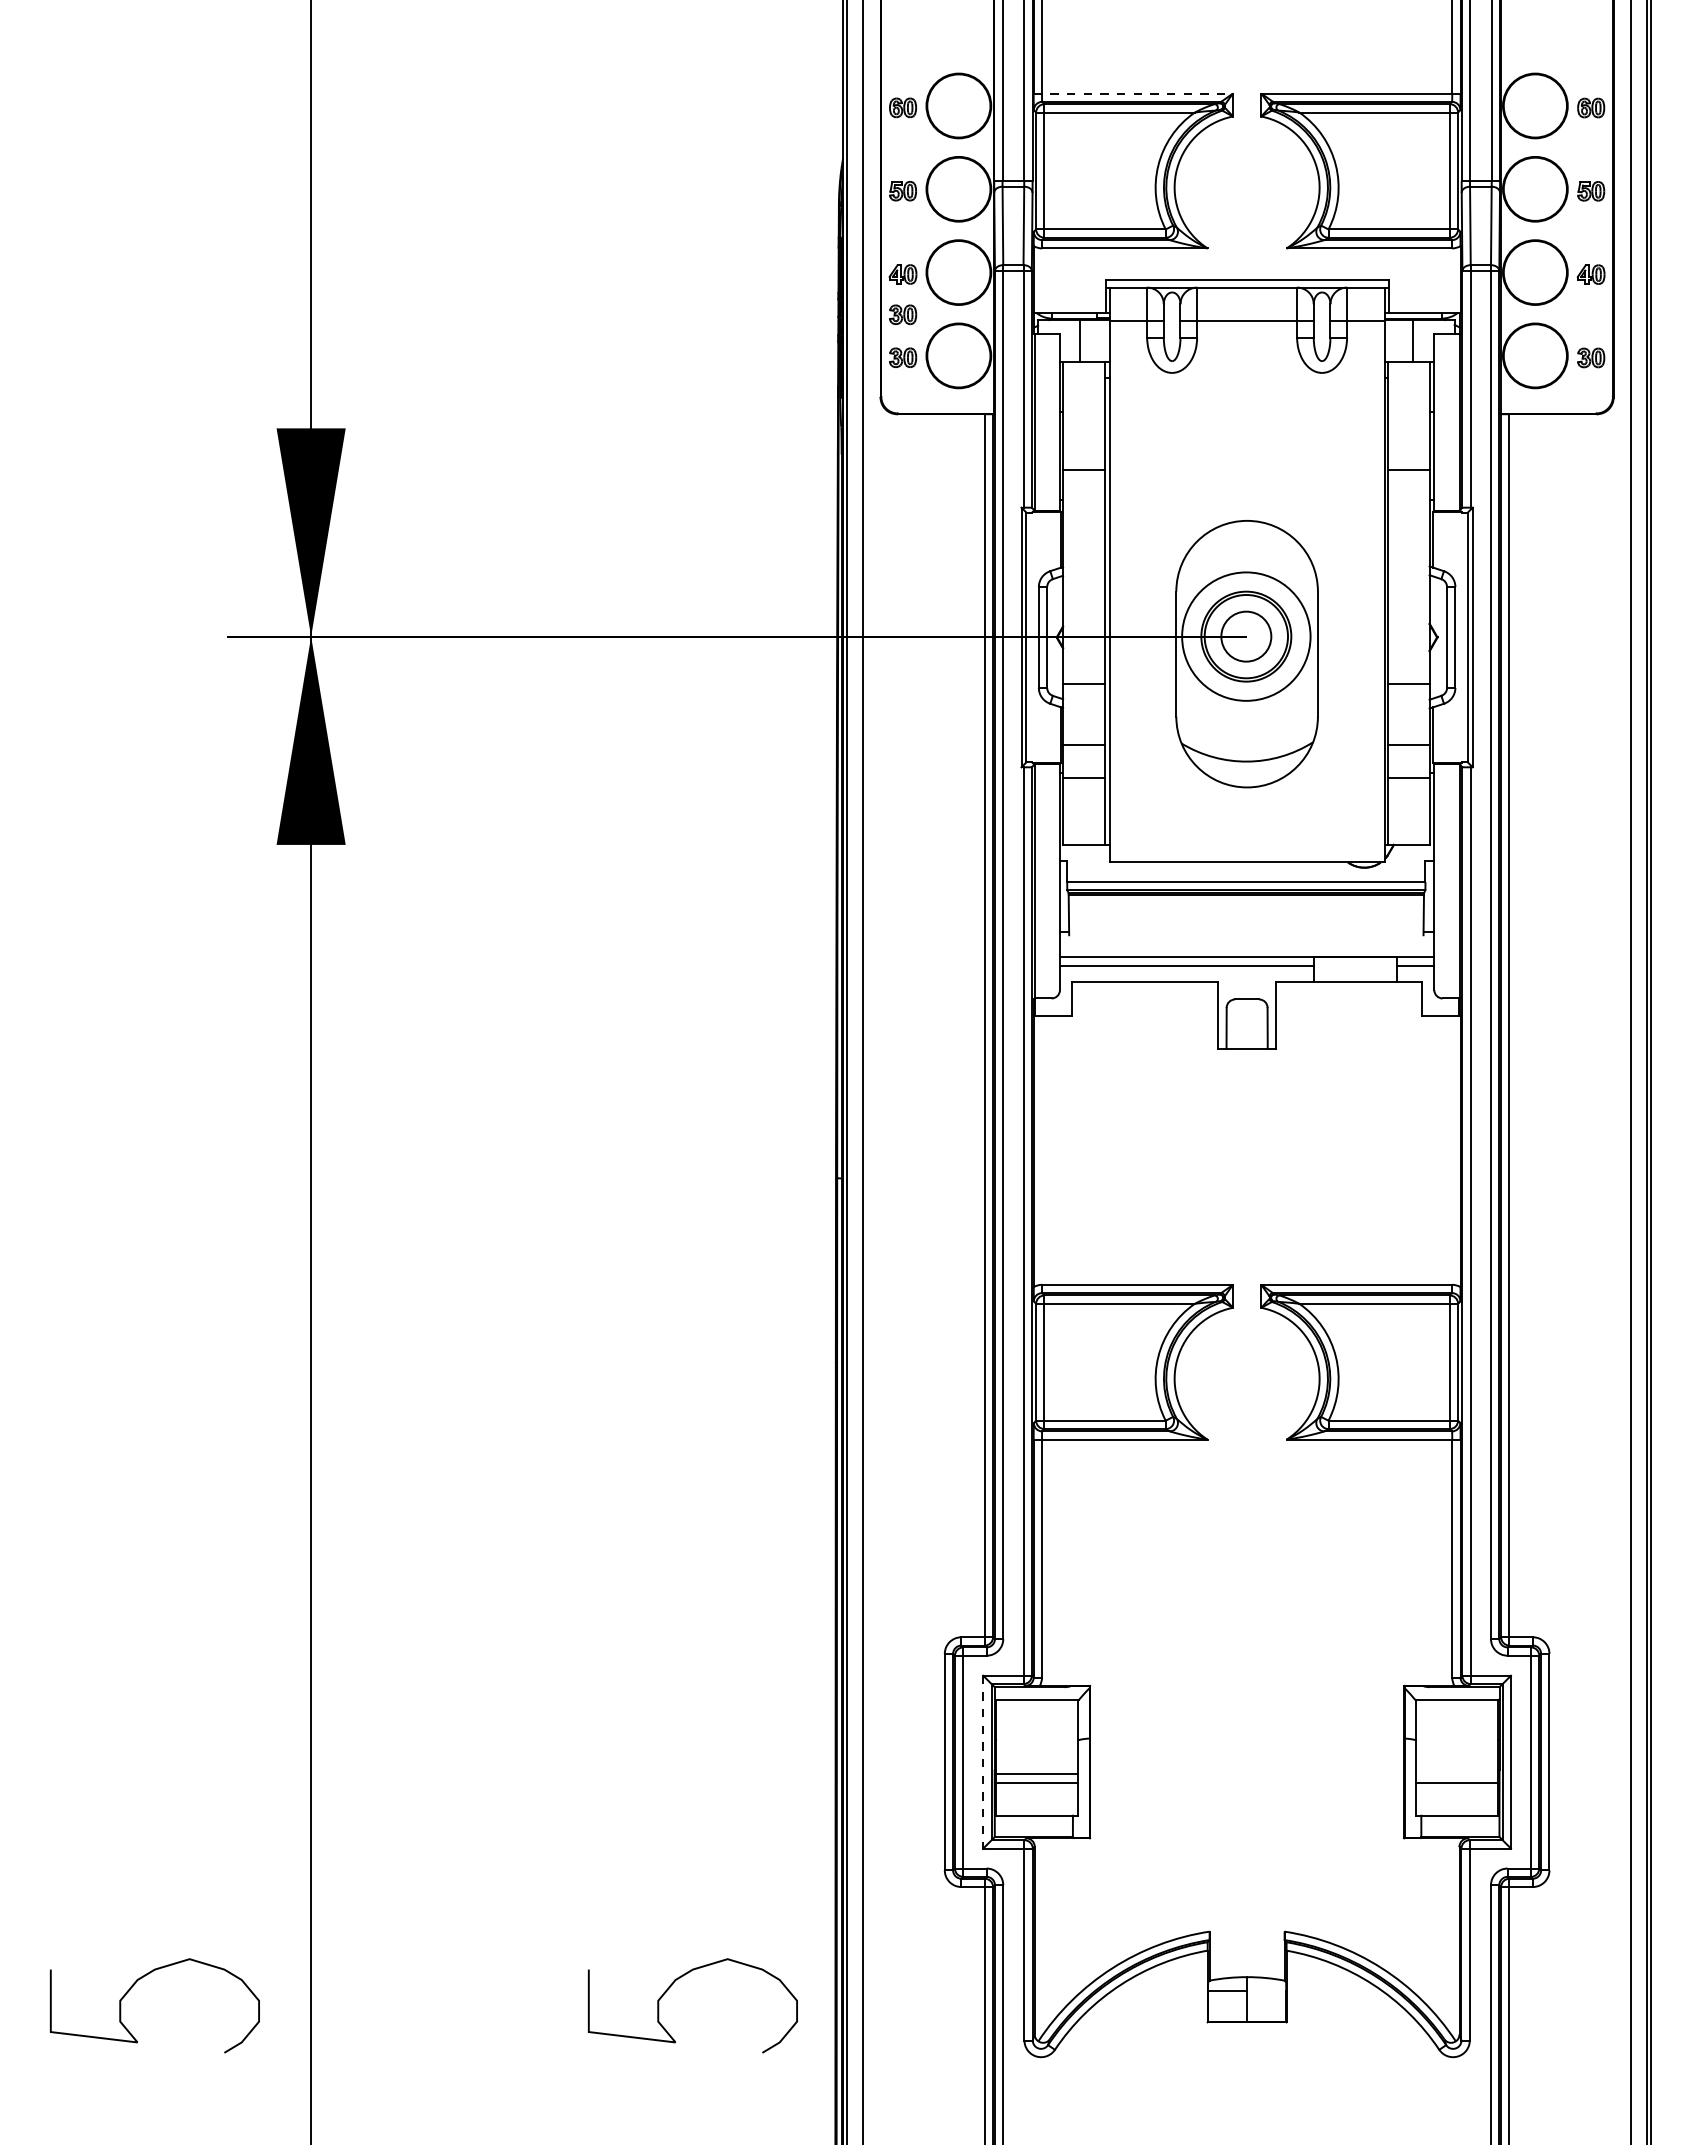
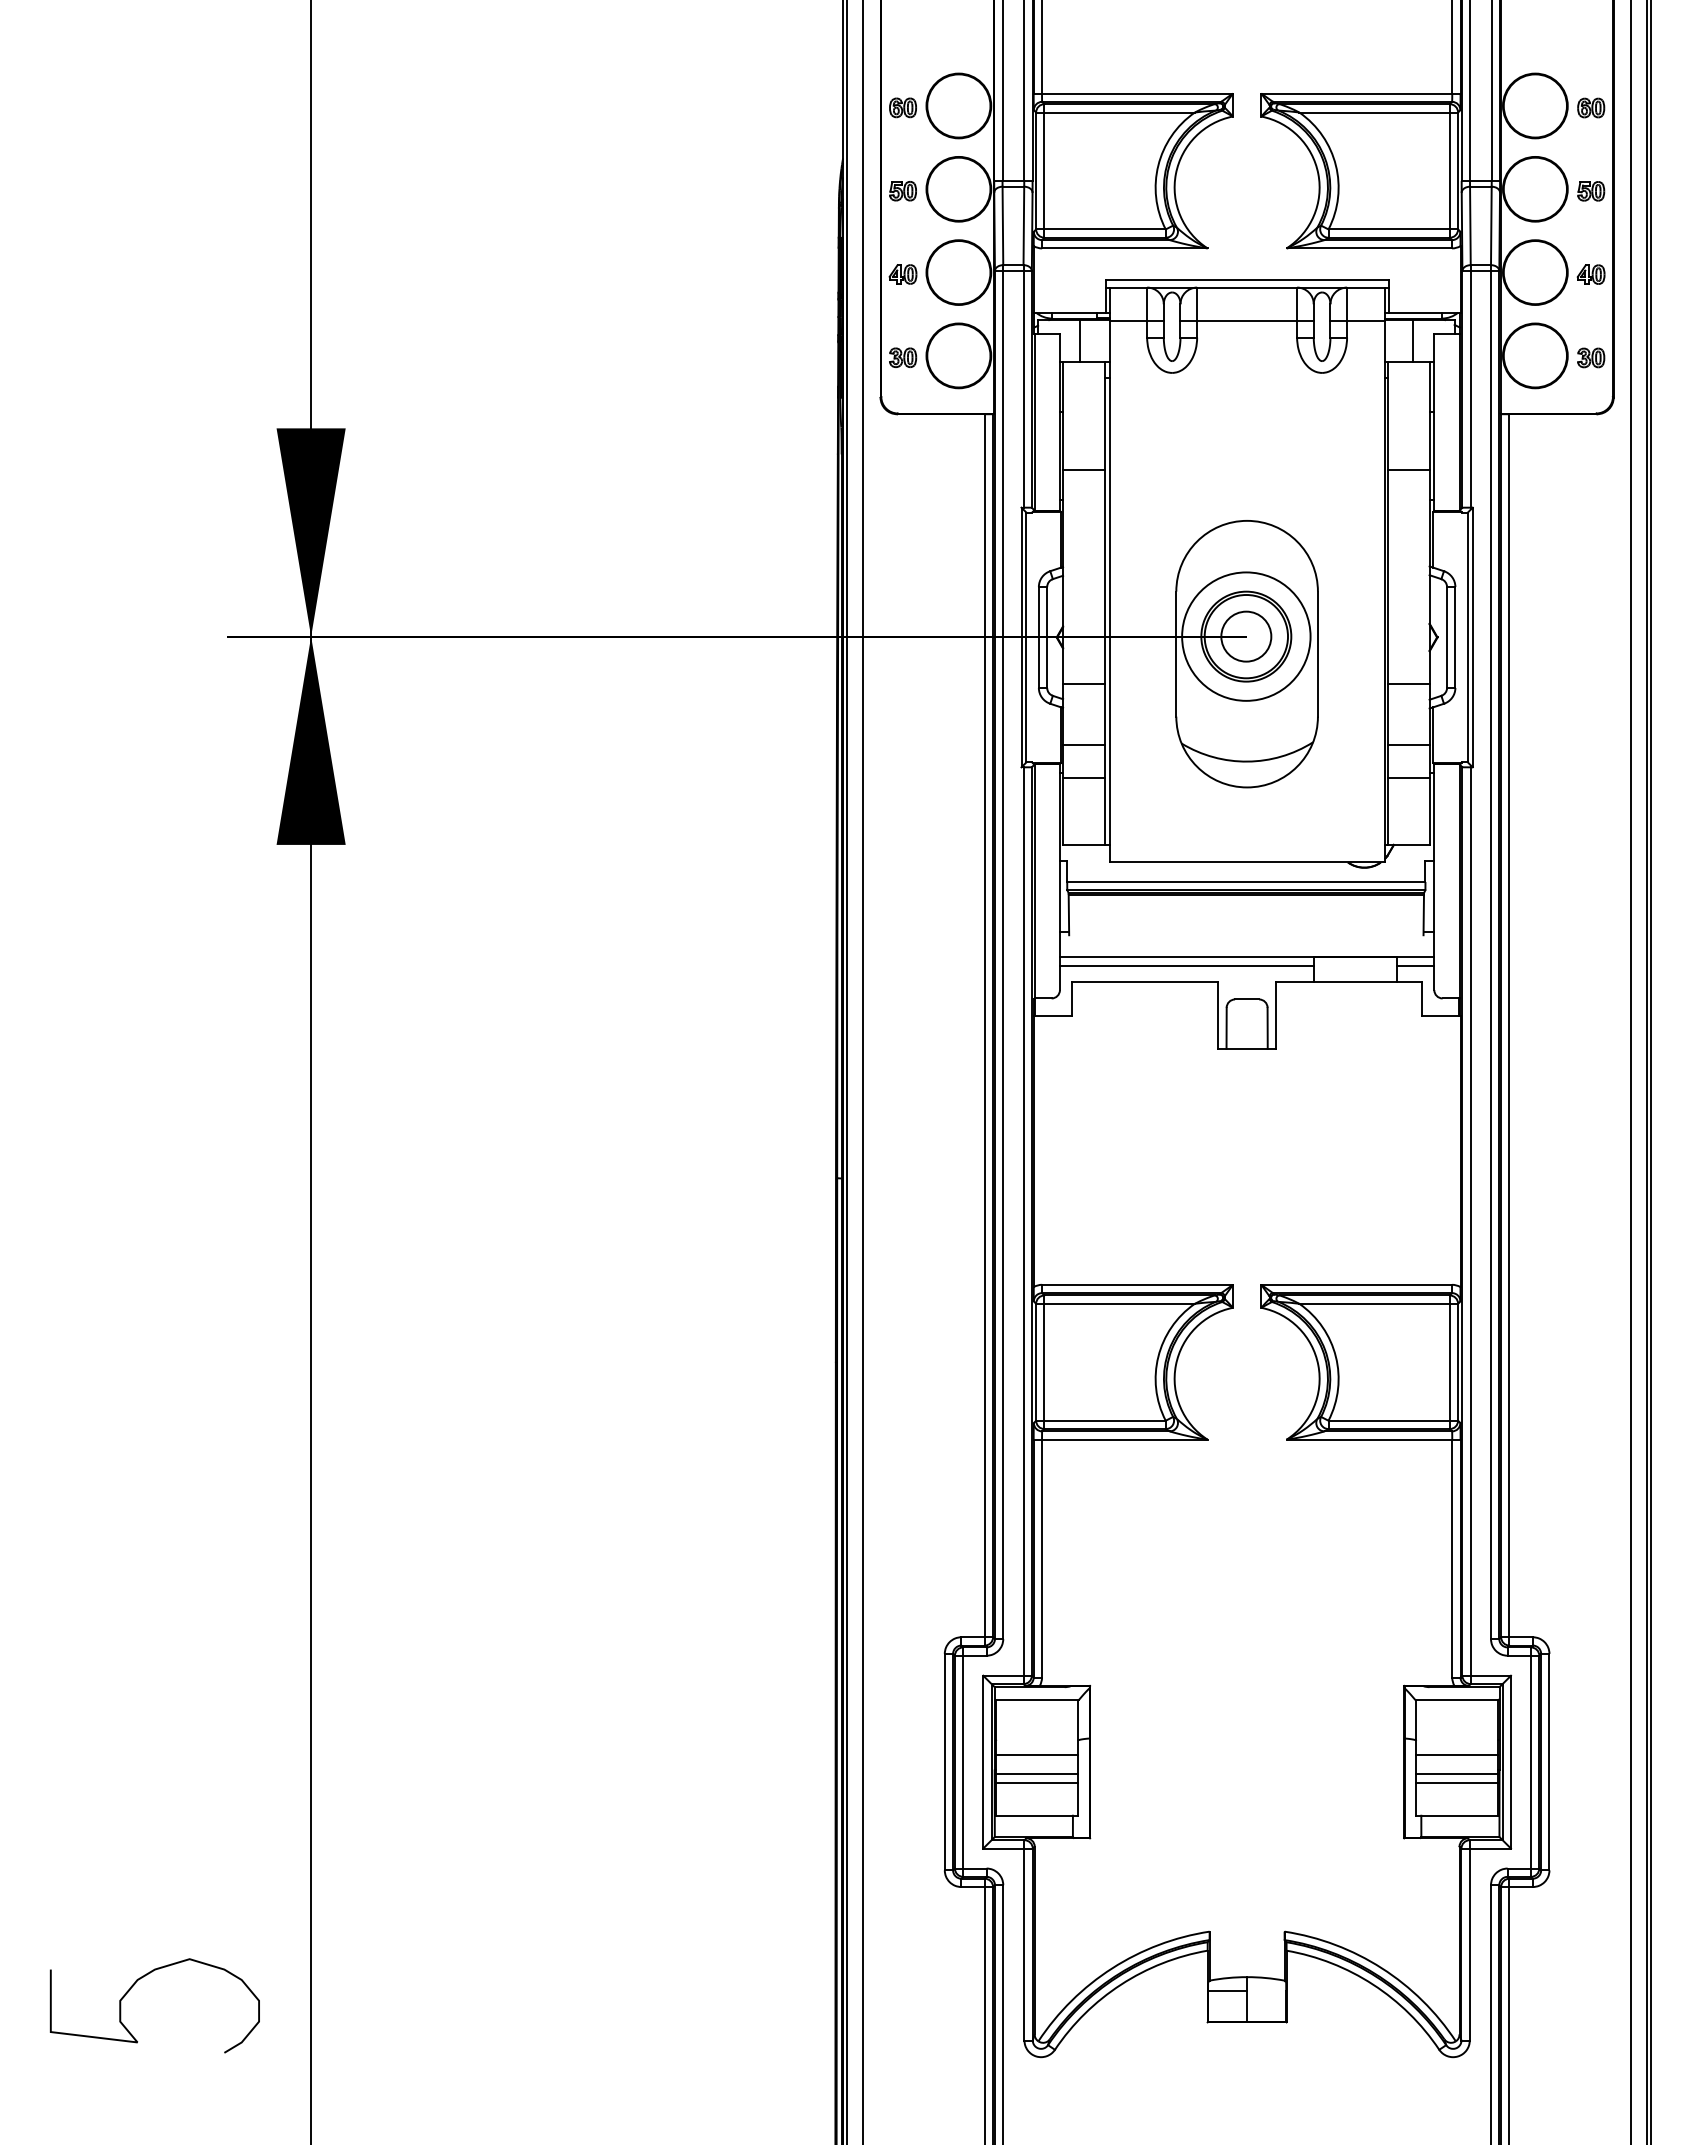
line at (1133, 93): dashed -> solid
part at (903, 314): present -> none
line at (1037, 1754): none -> present
line at (1456, 1754): none -> present
line at (983, 1762): dashed -> solid
line at (1456, 1774): none -> present
curve at (672, 1985): present -> none
